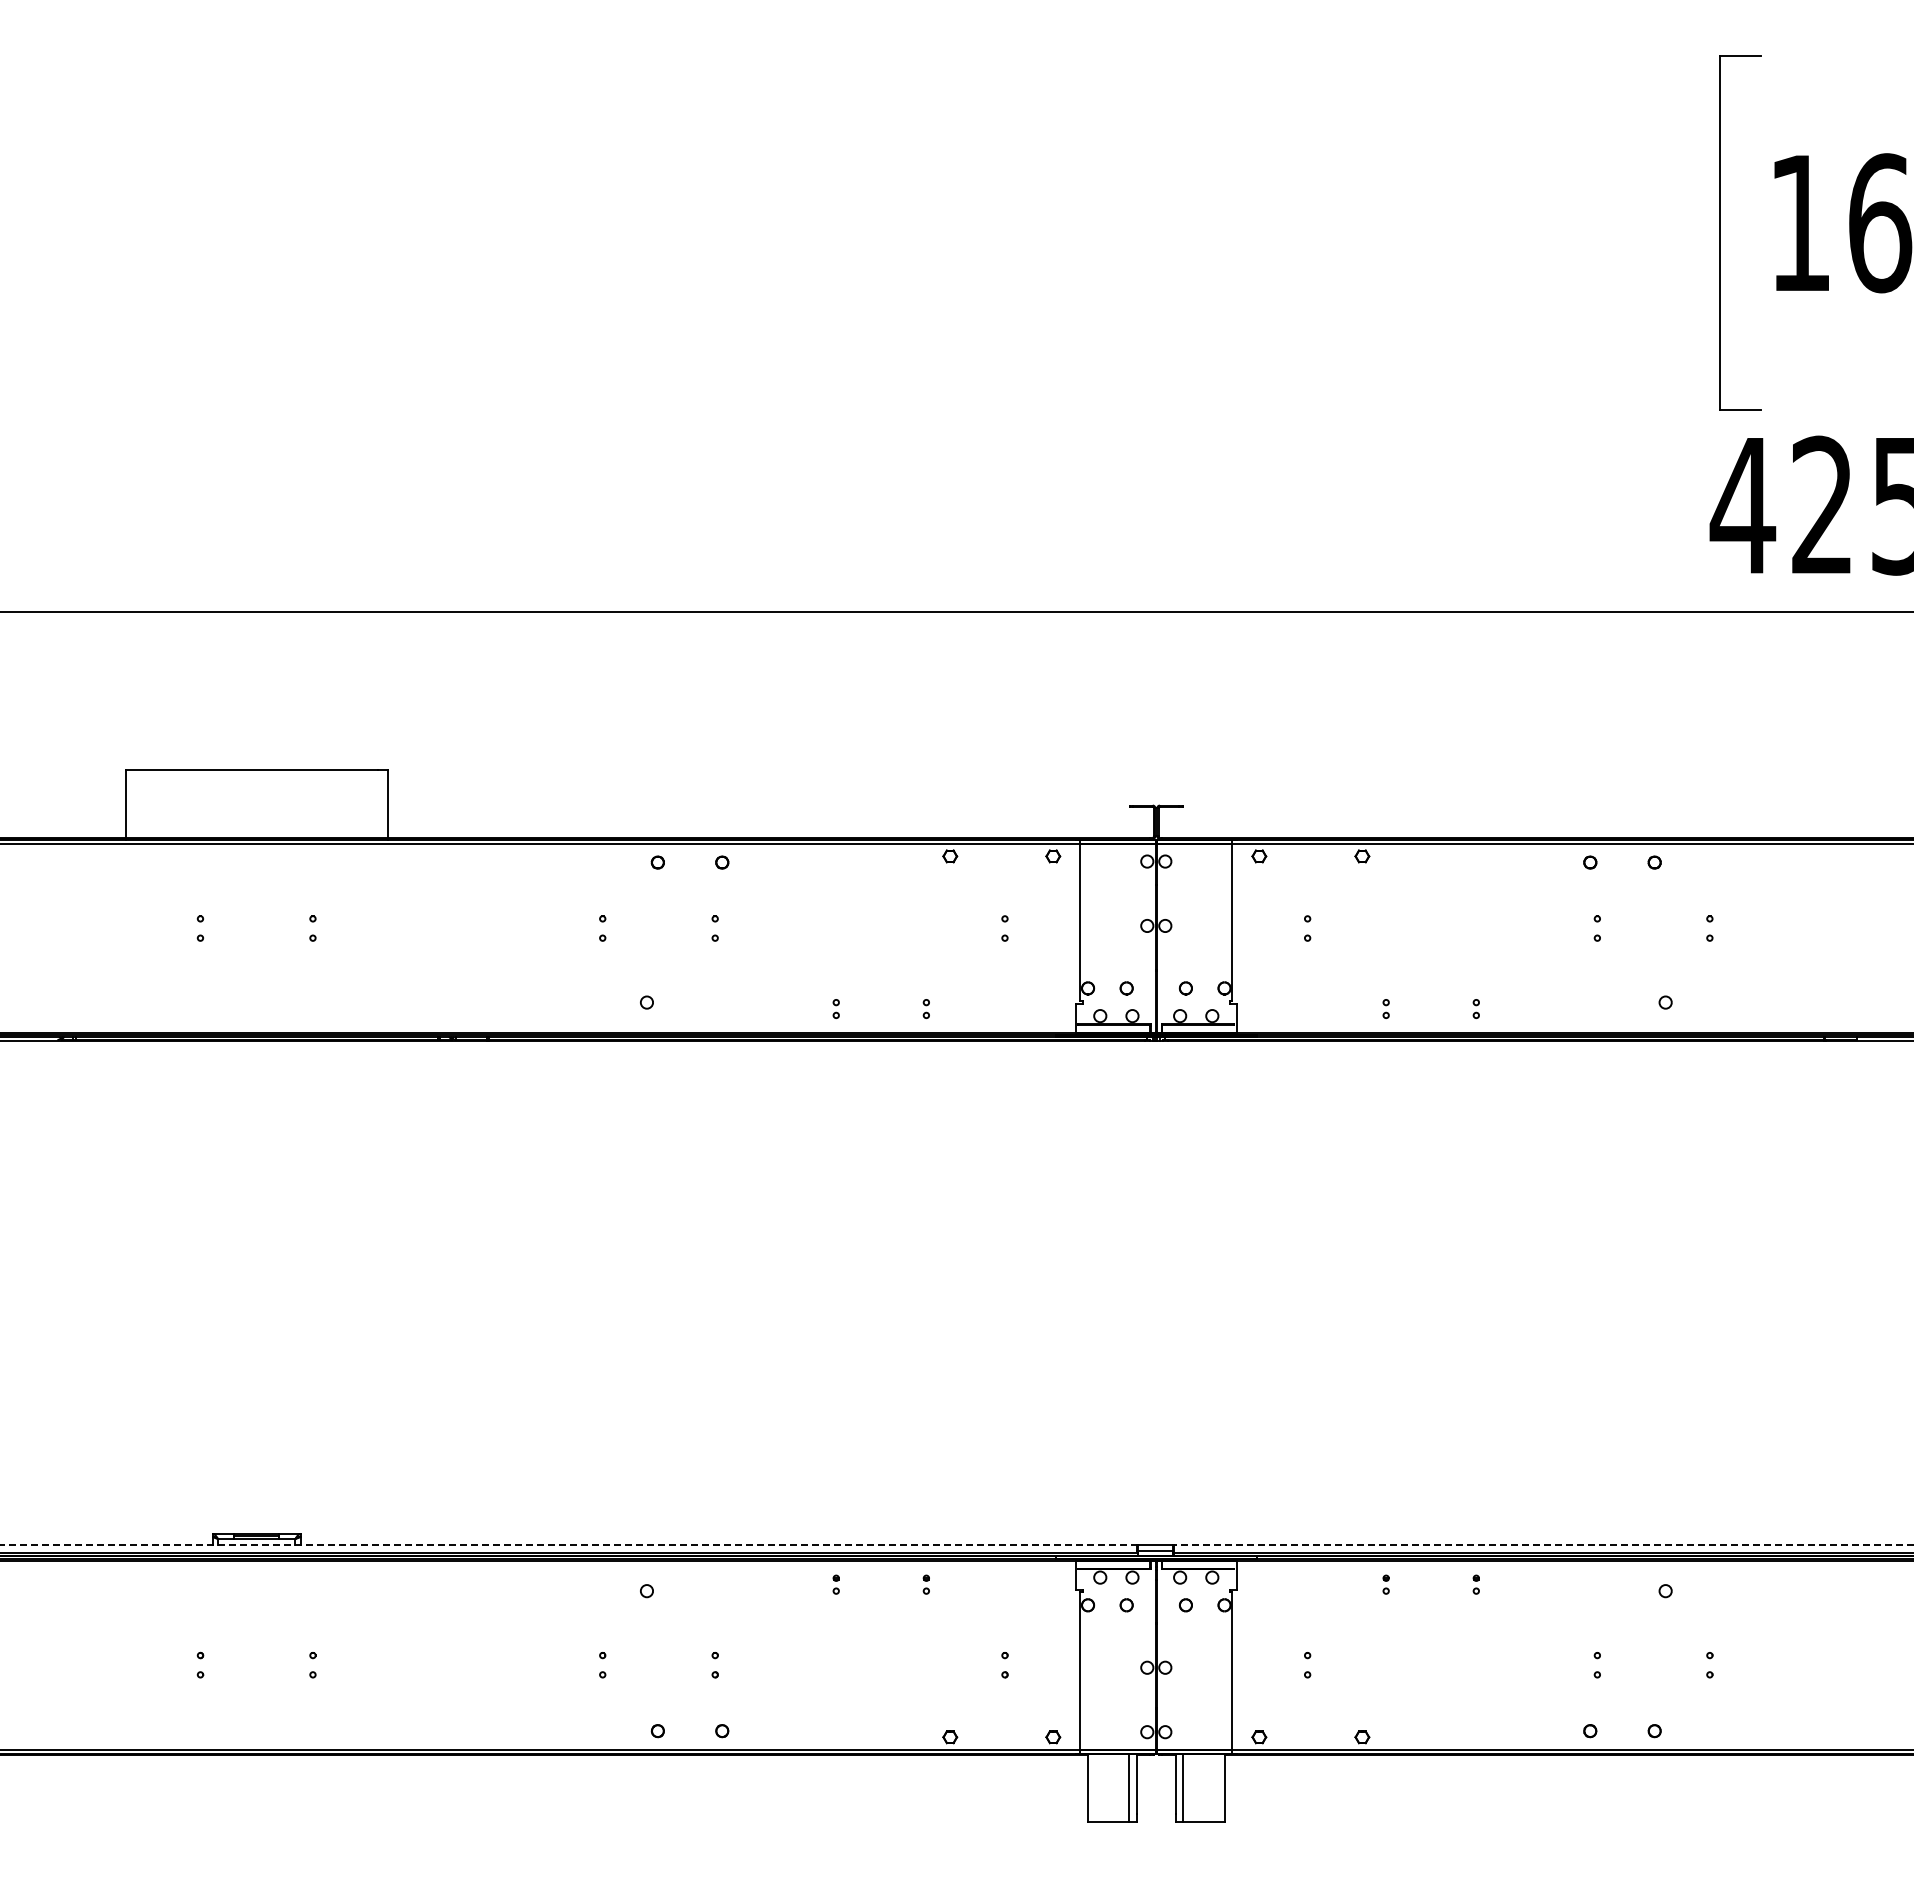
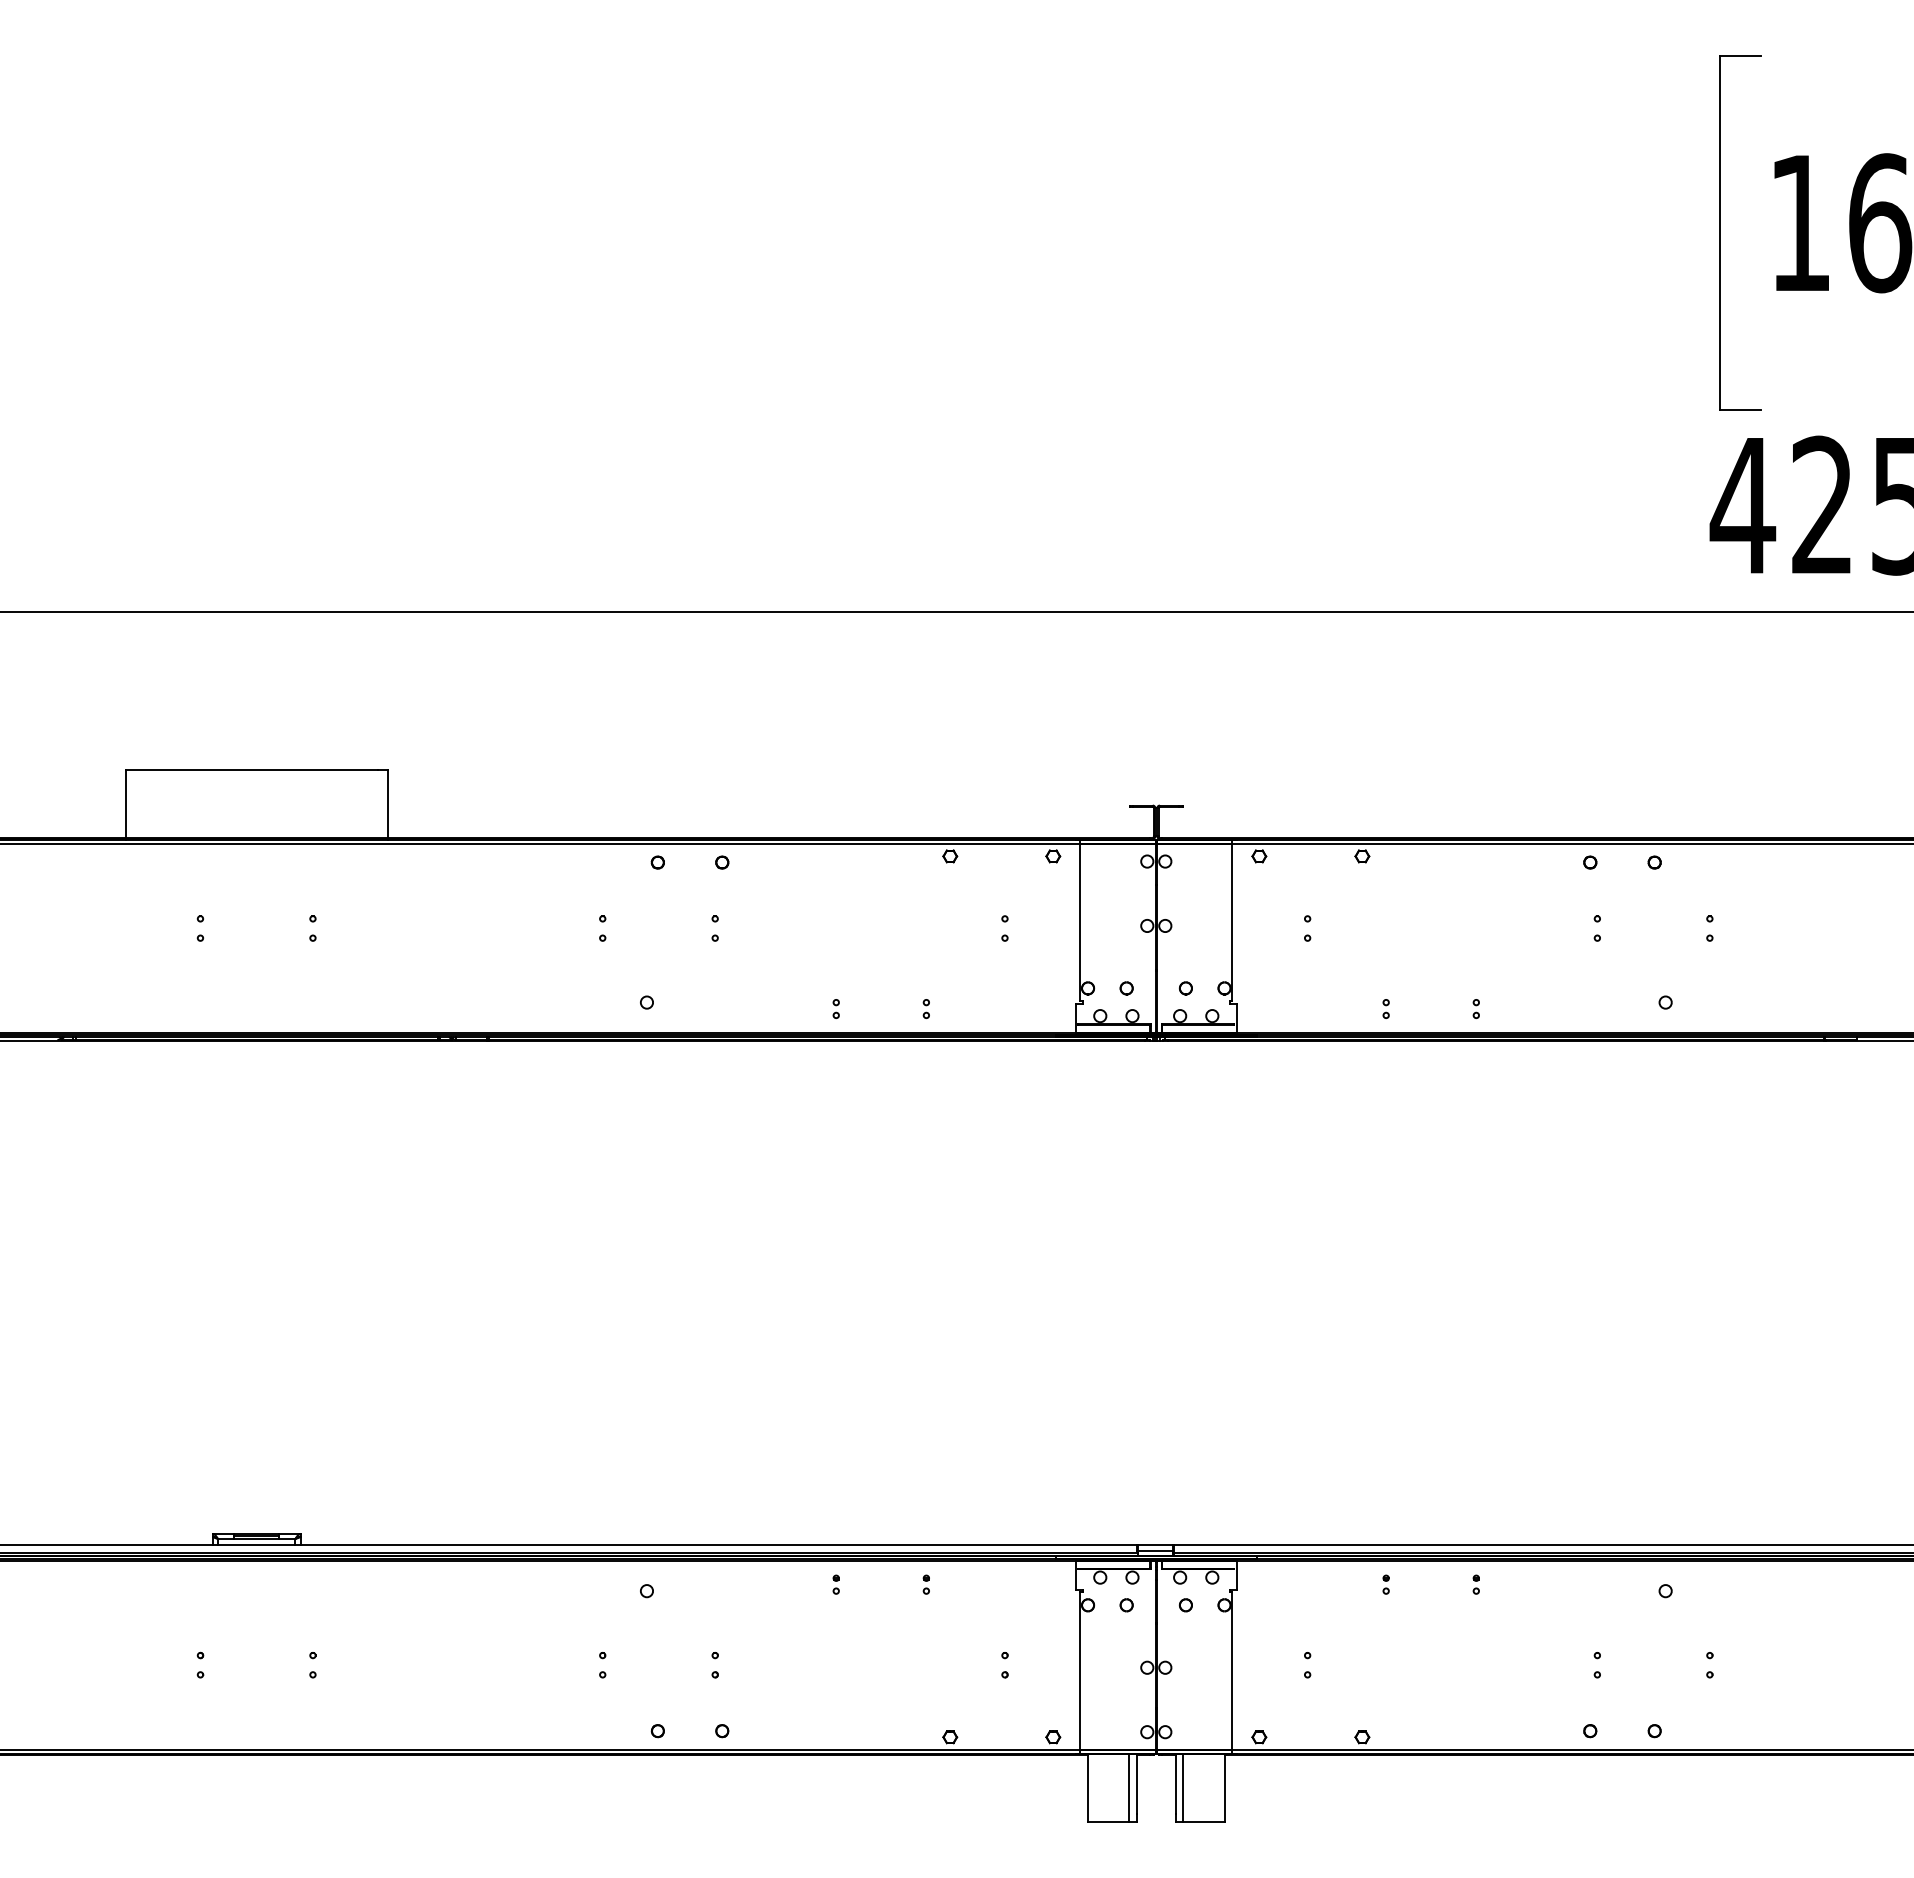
line at (569, 1545): dashed -> solid
line at (1544, 1545): dashed -> solid
